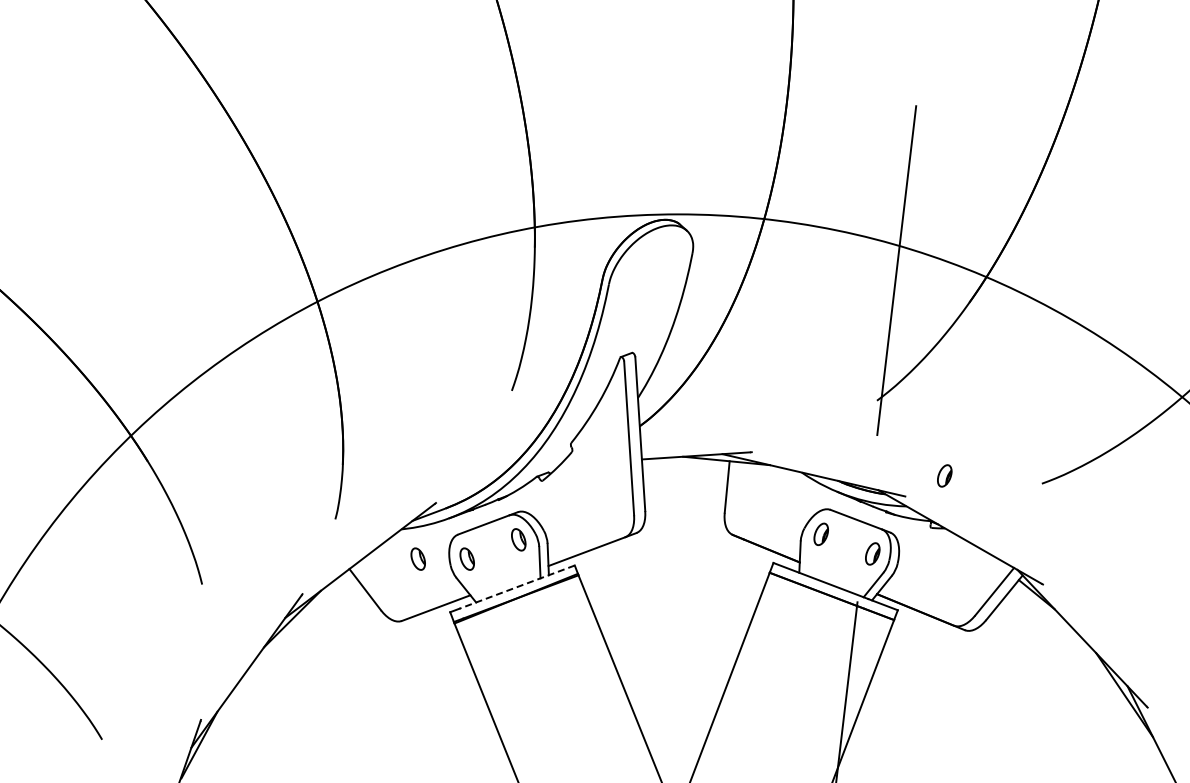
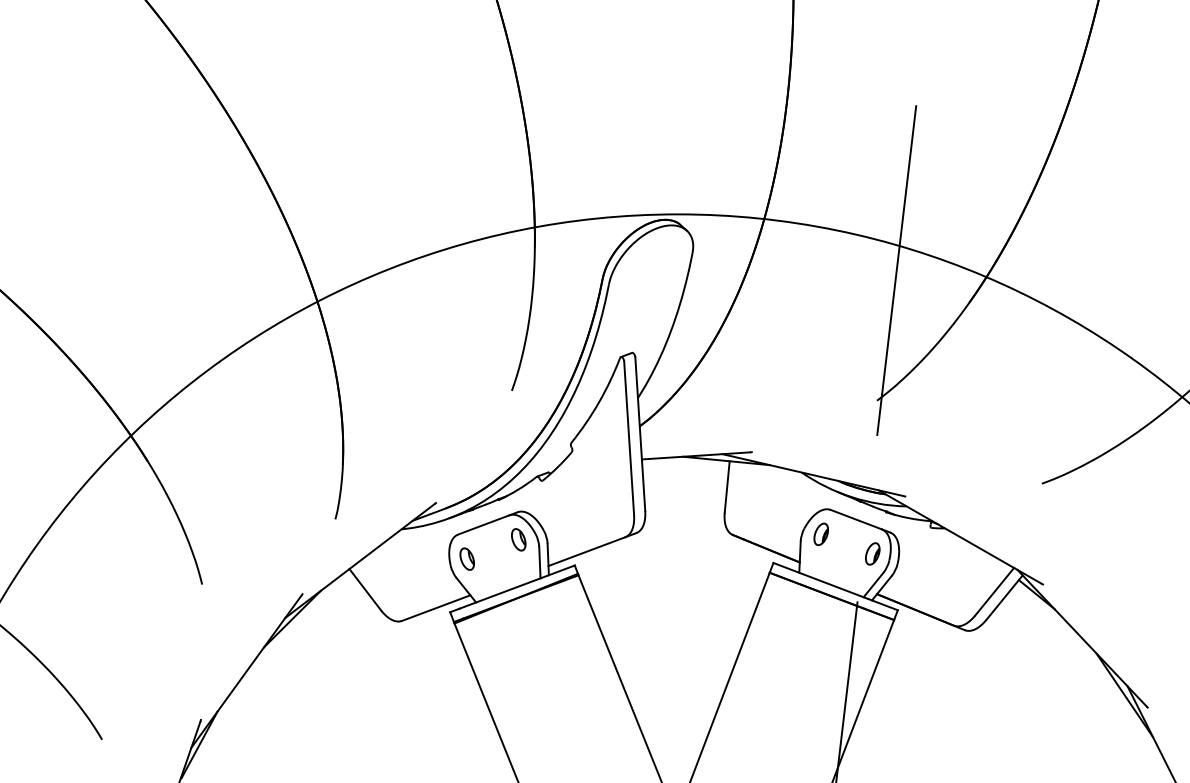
part at (944, 475): present -> none
part at (417, 558): present -> none
line at (517, 587): dashed -> solid
